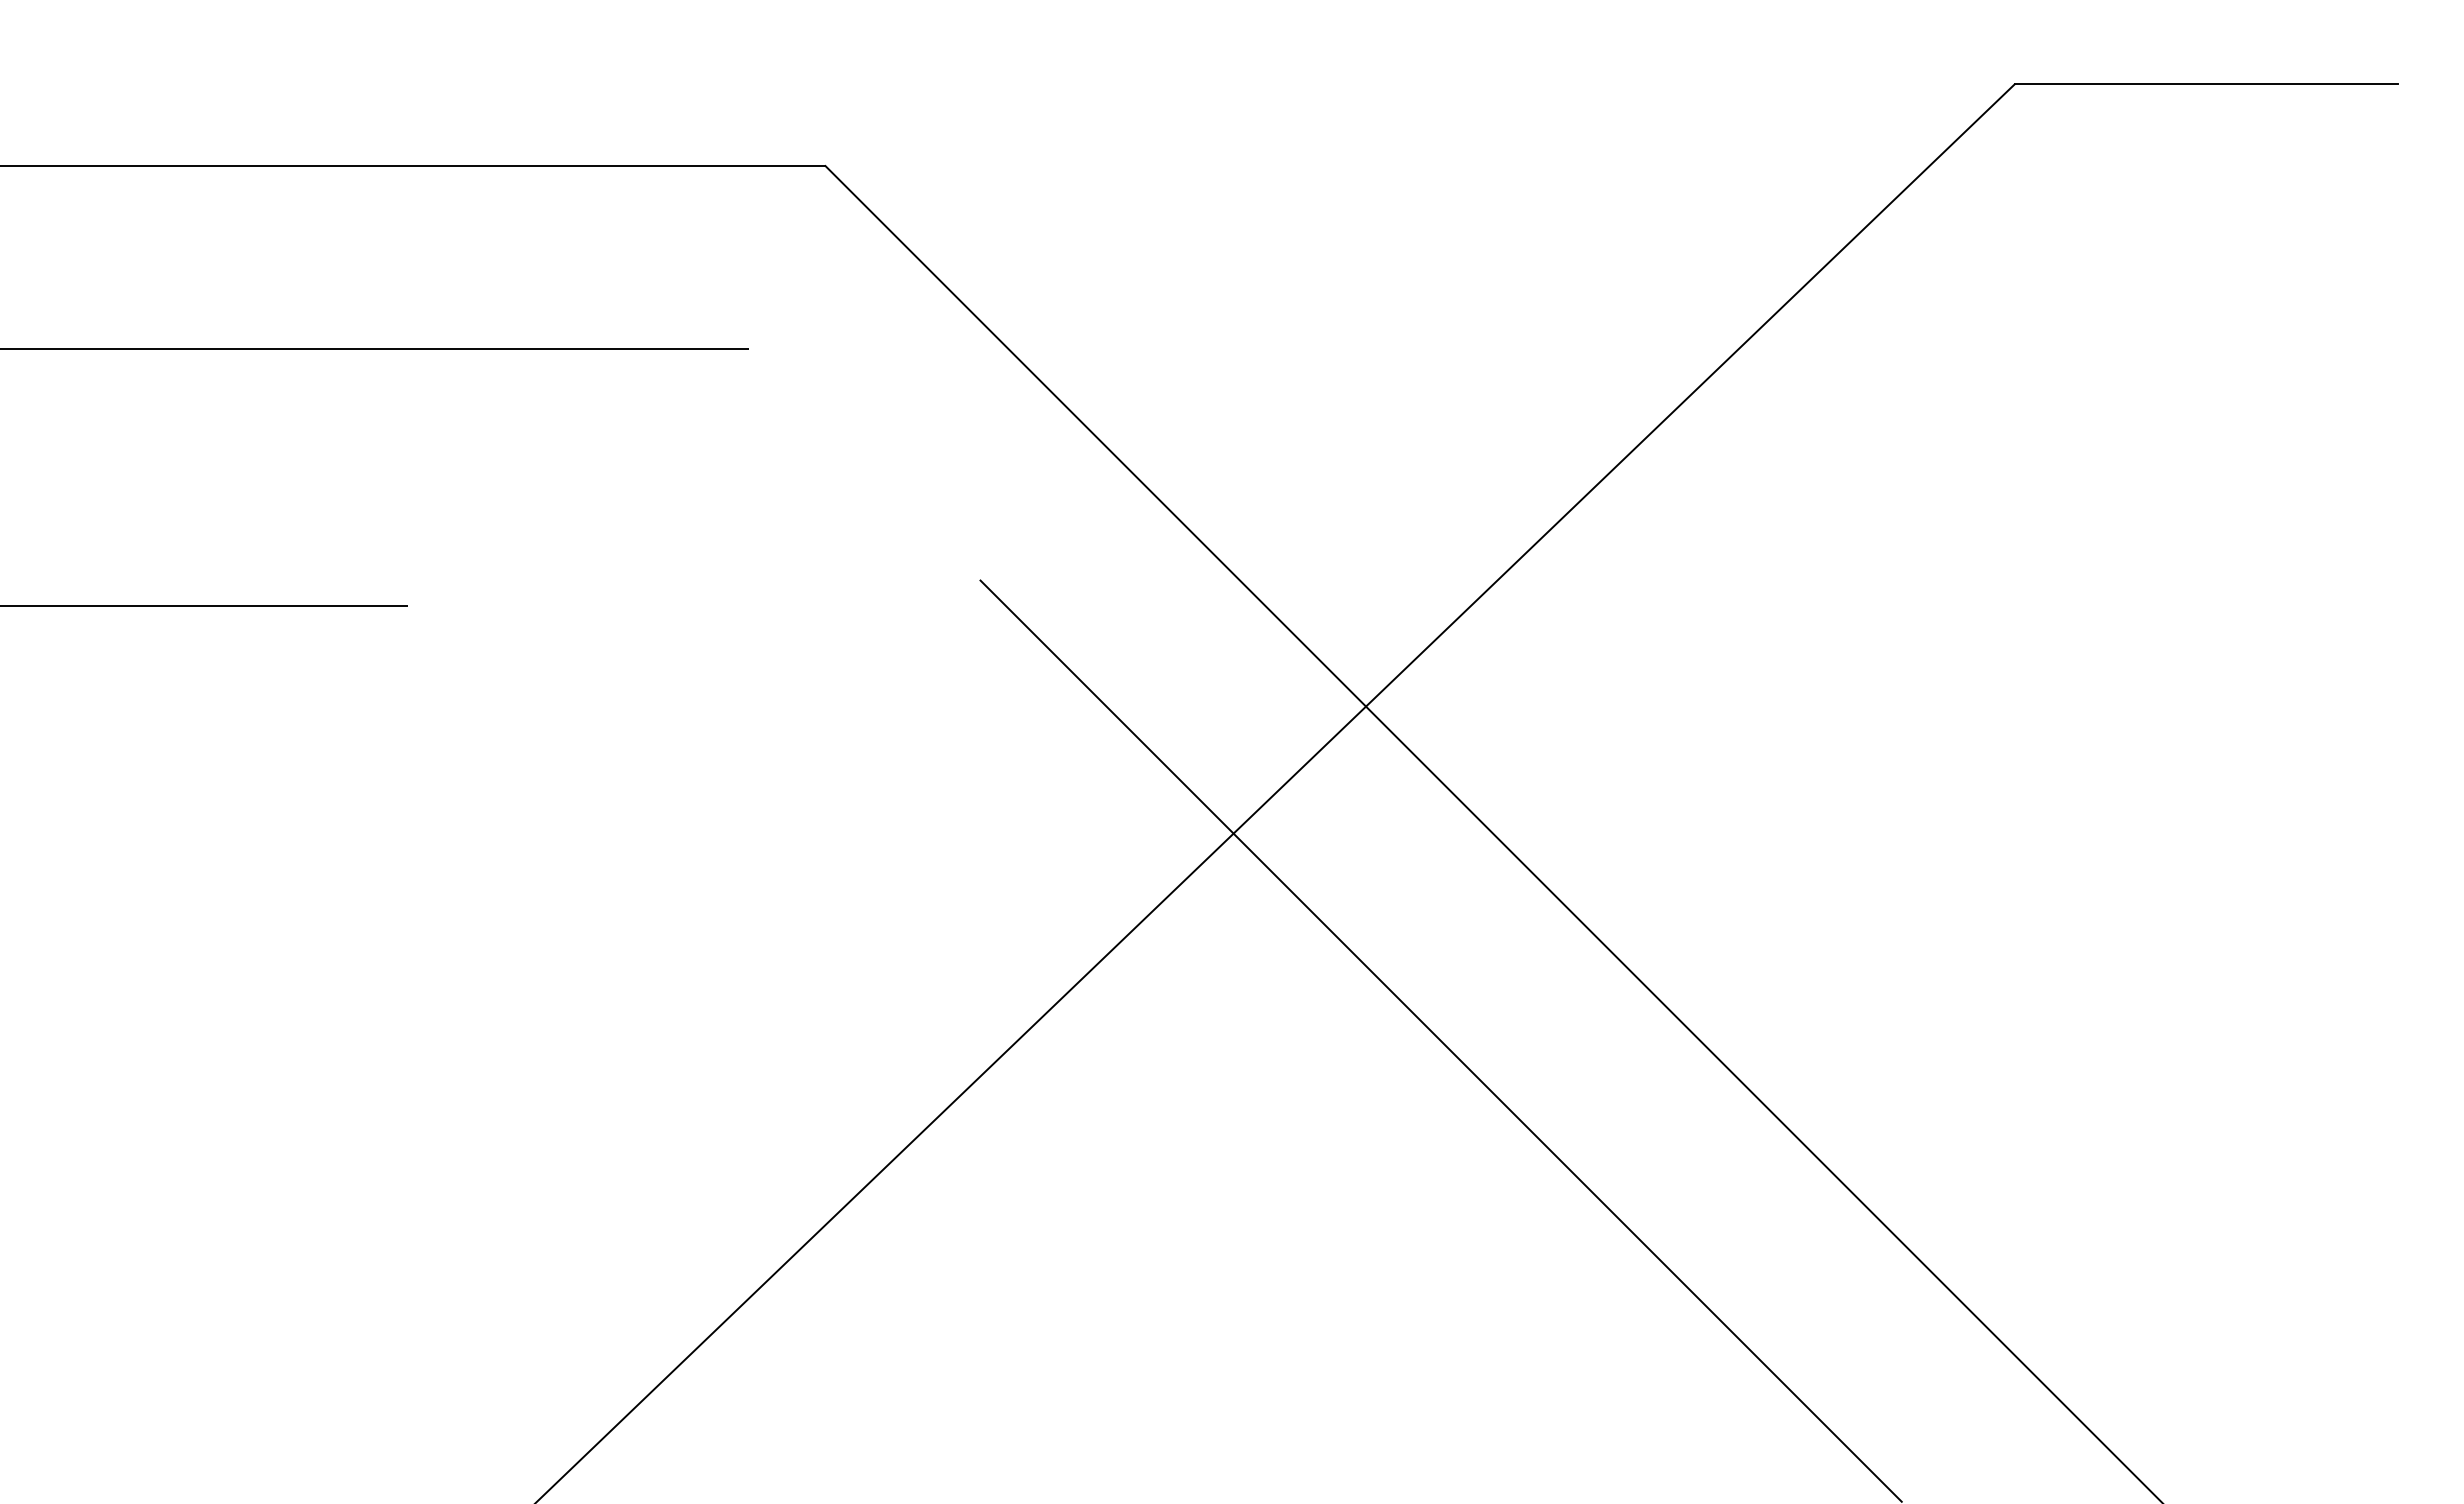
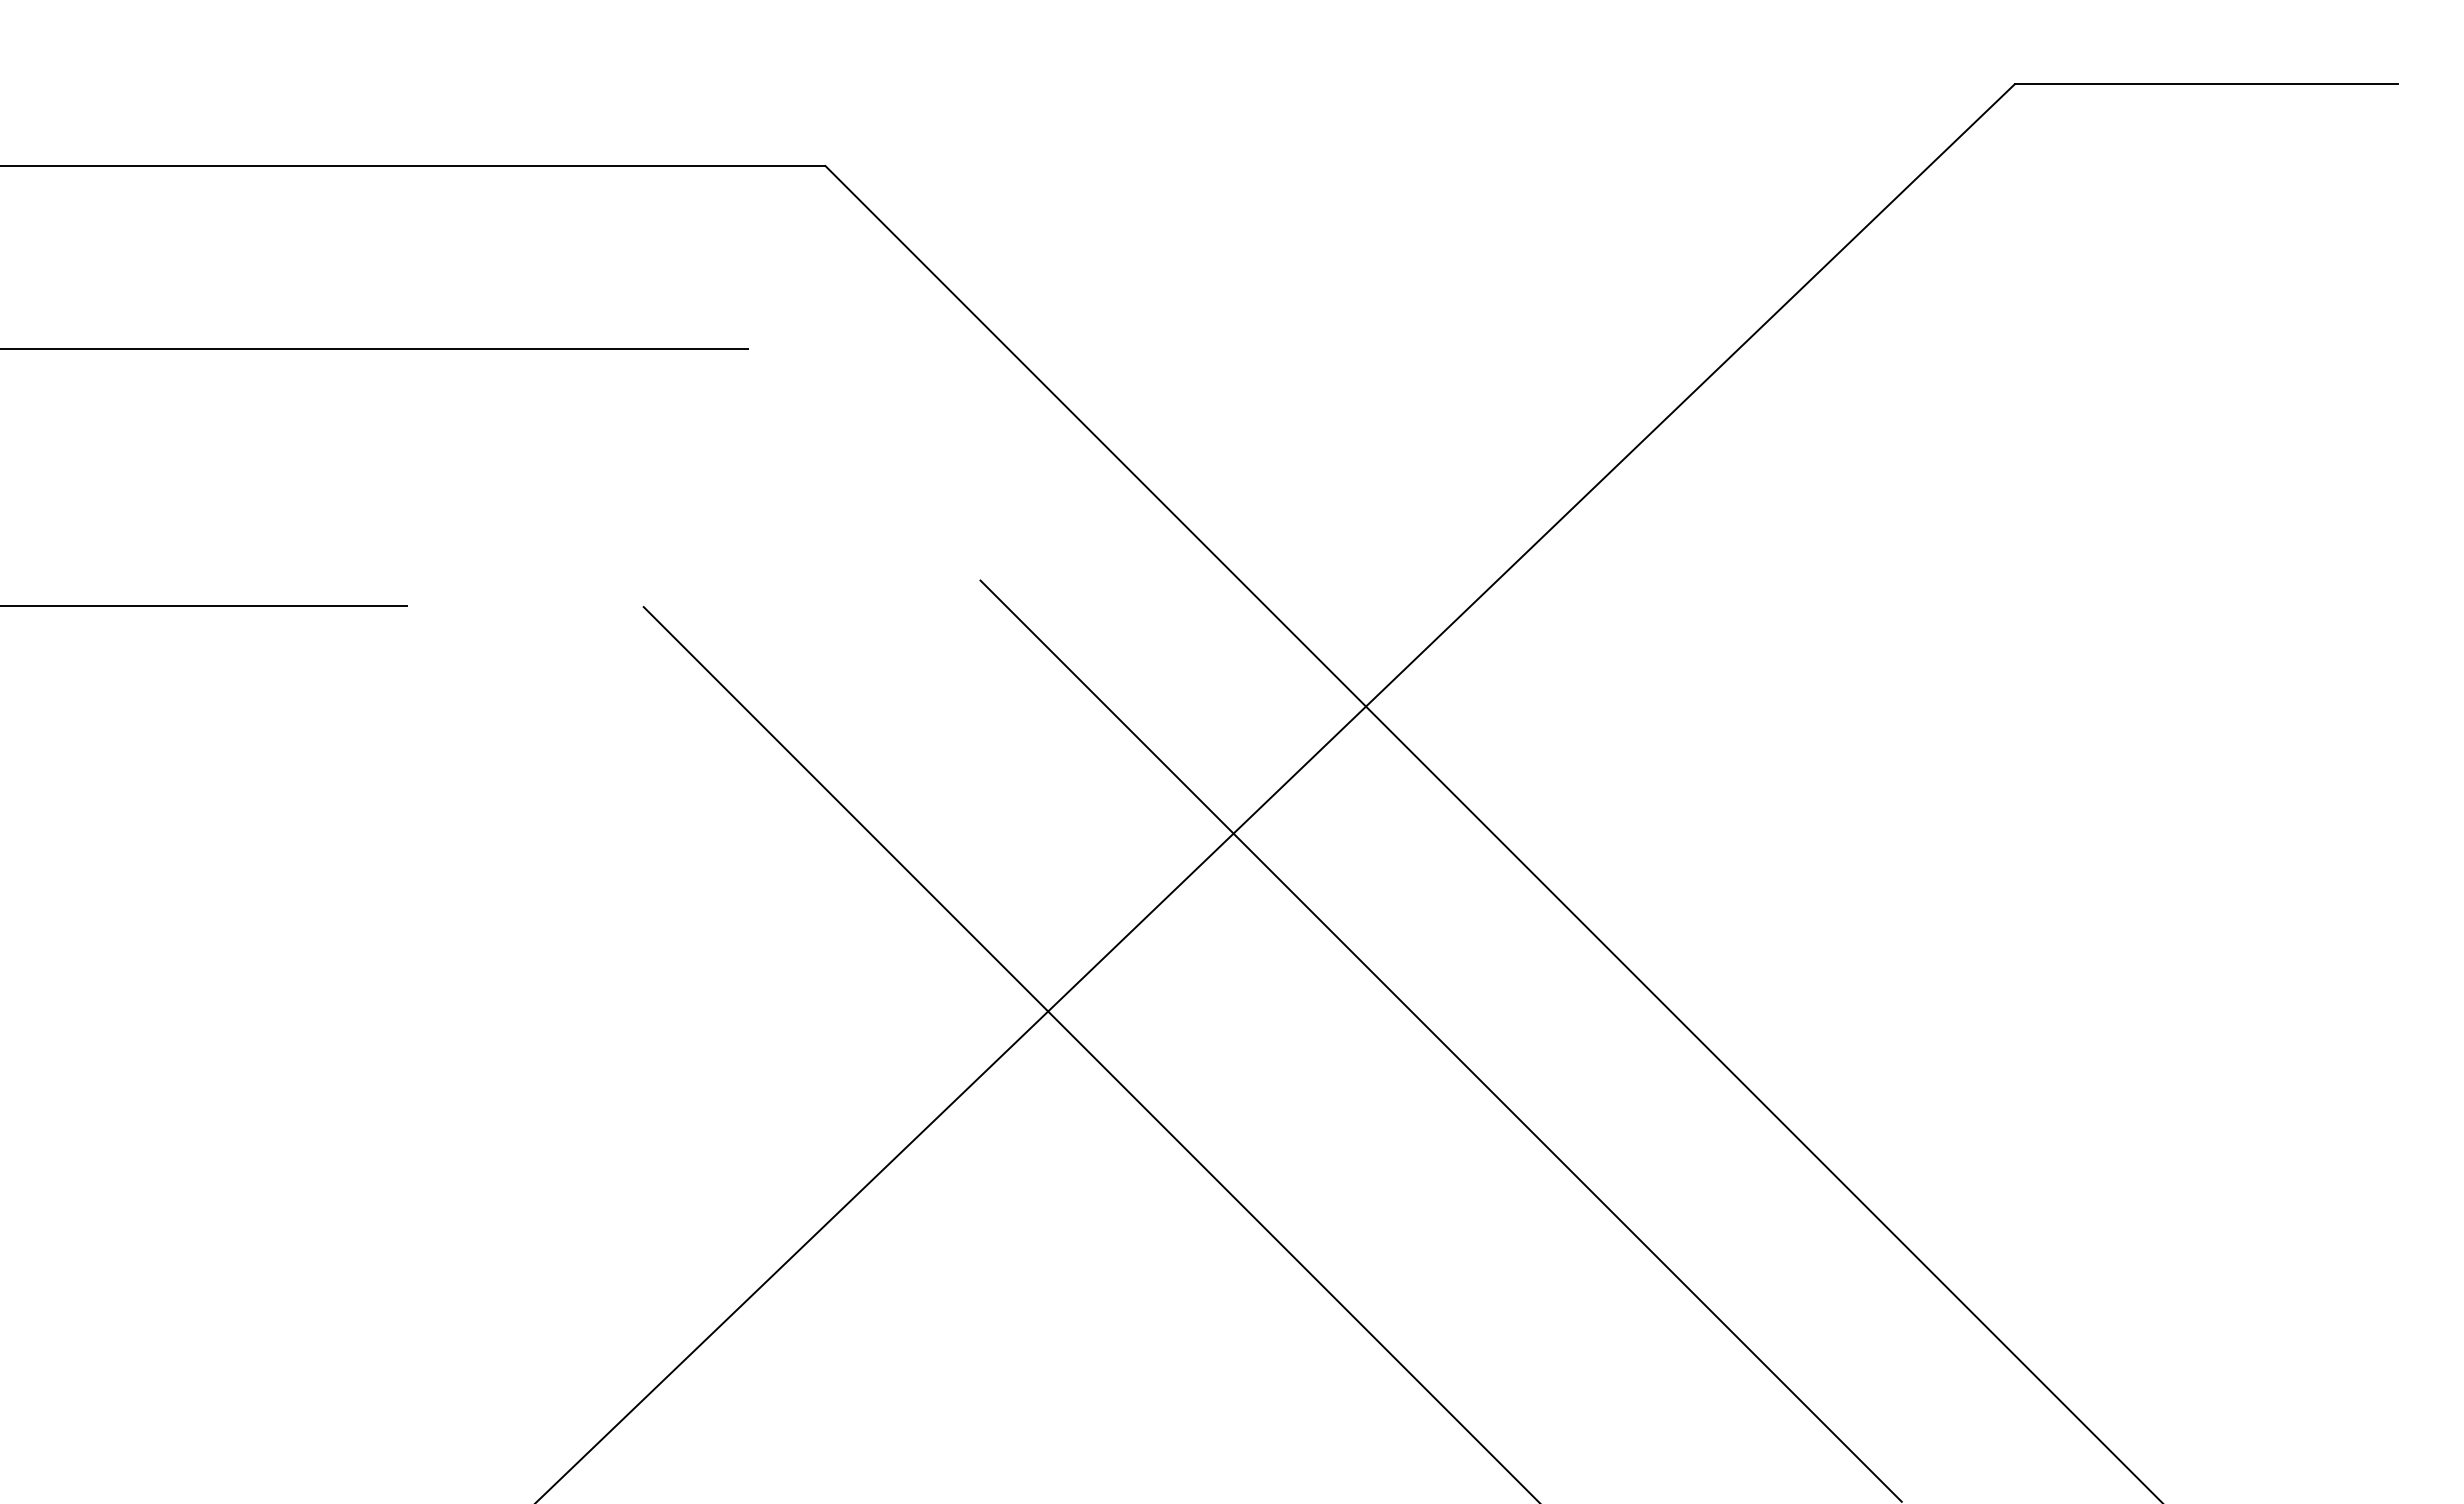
line at (1090, 1053): none -> present
